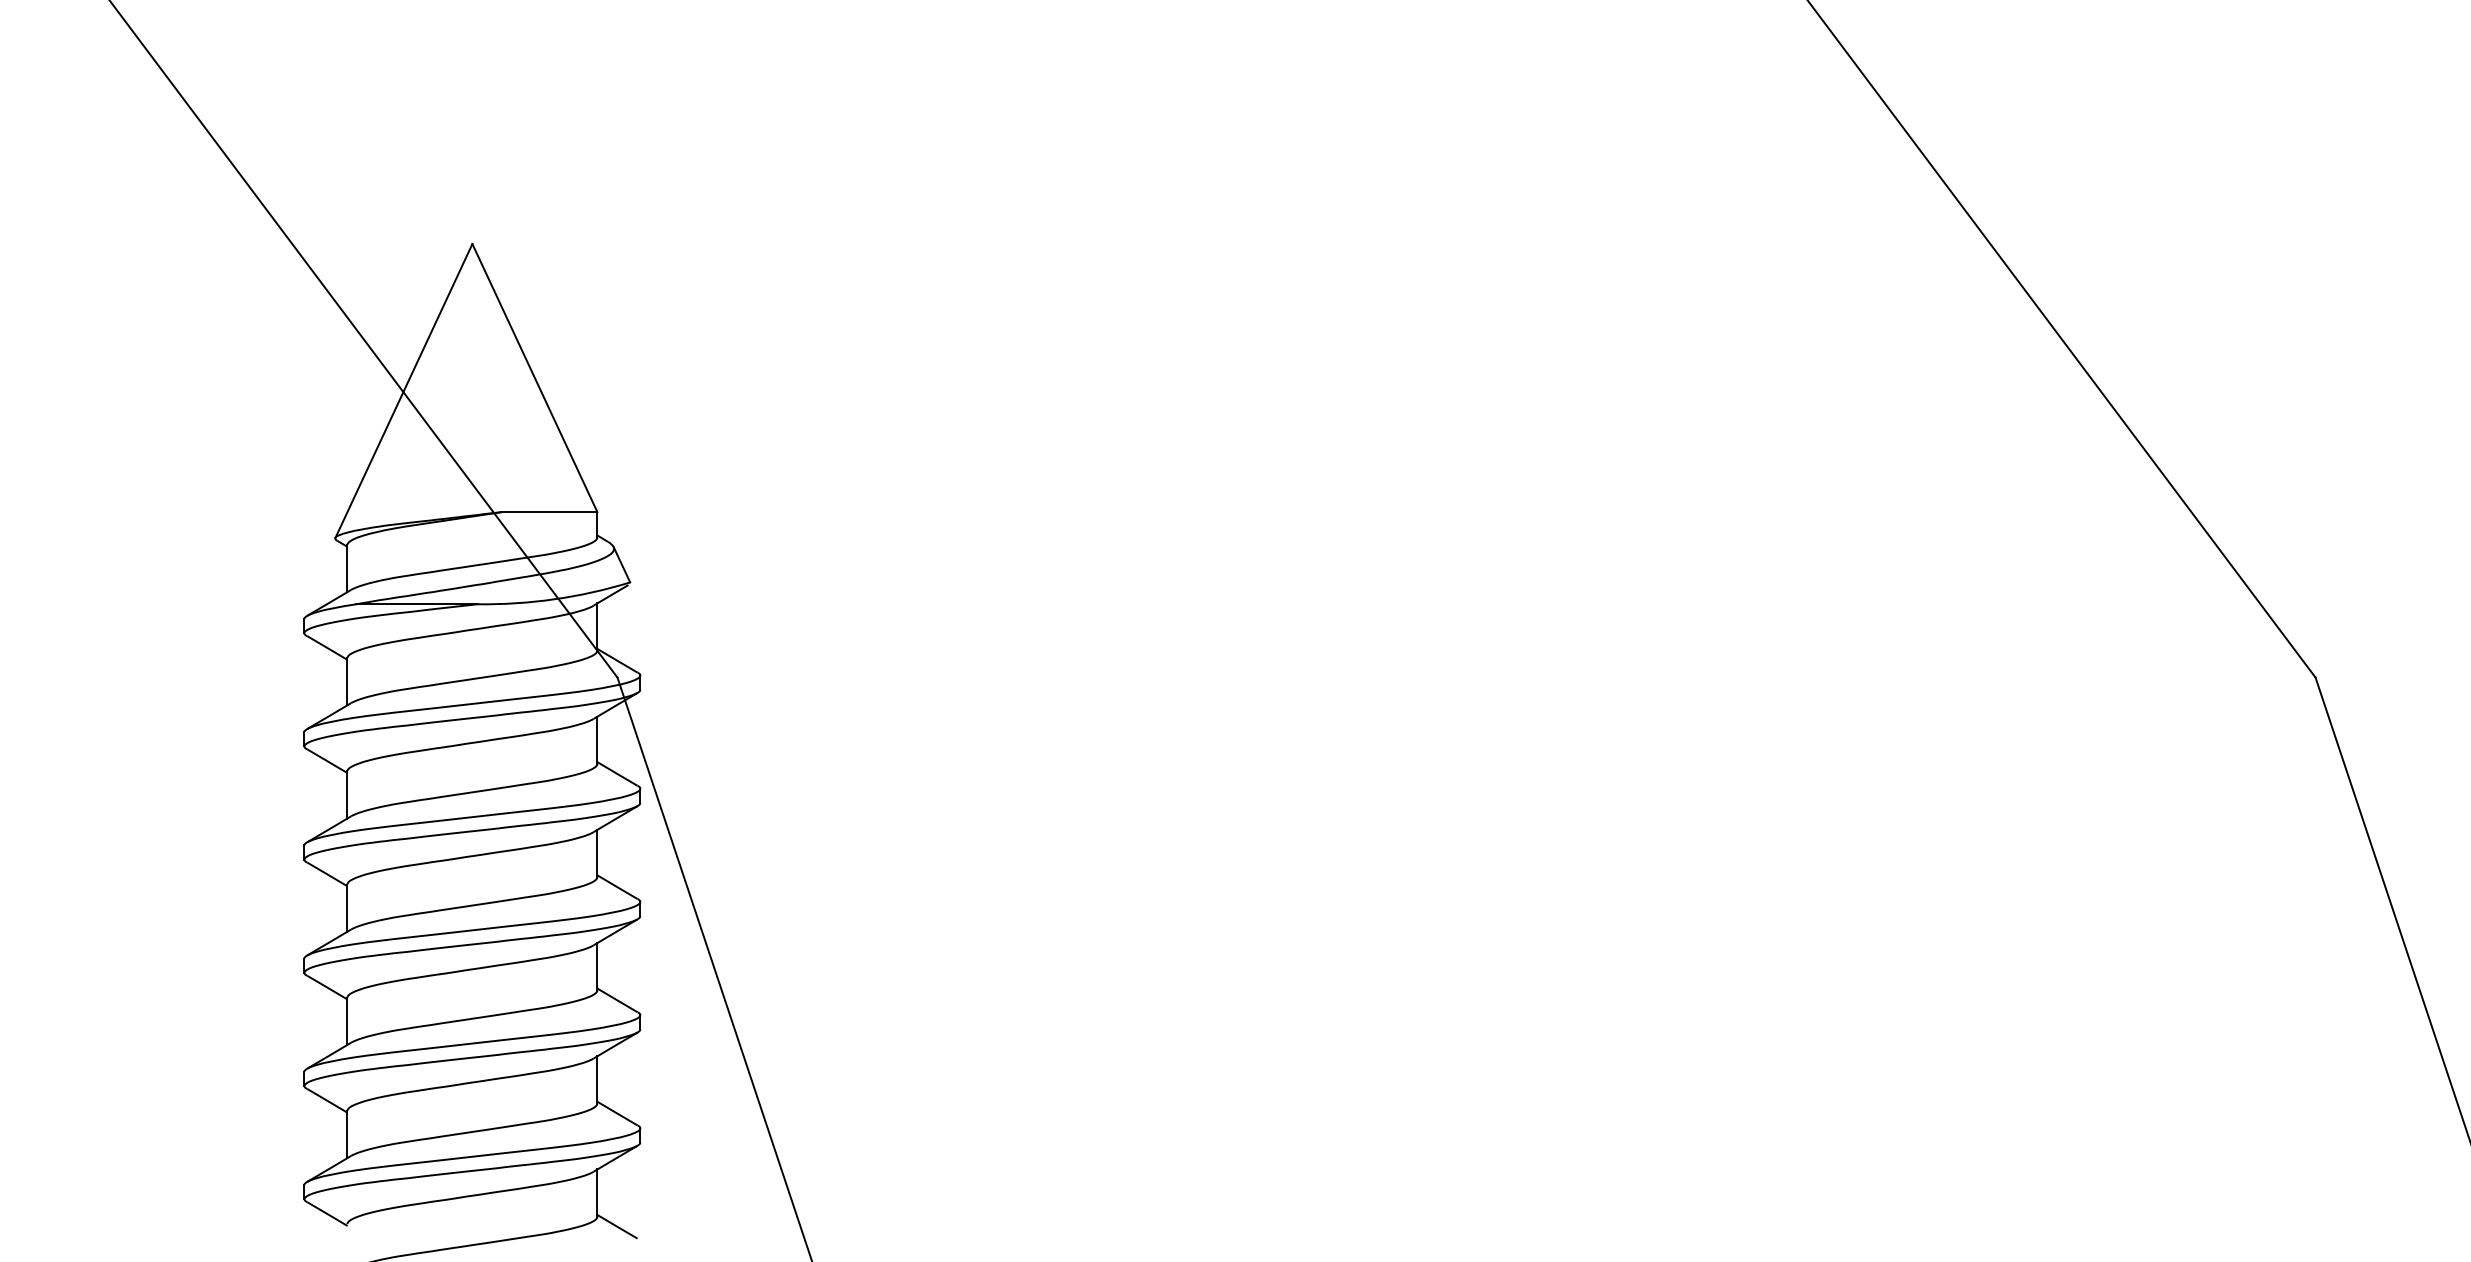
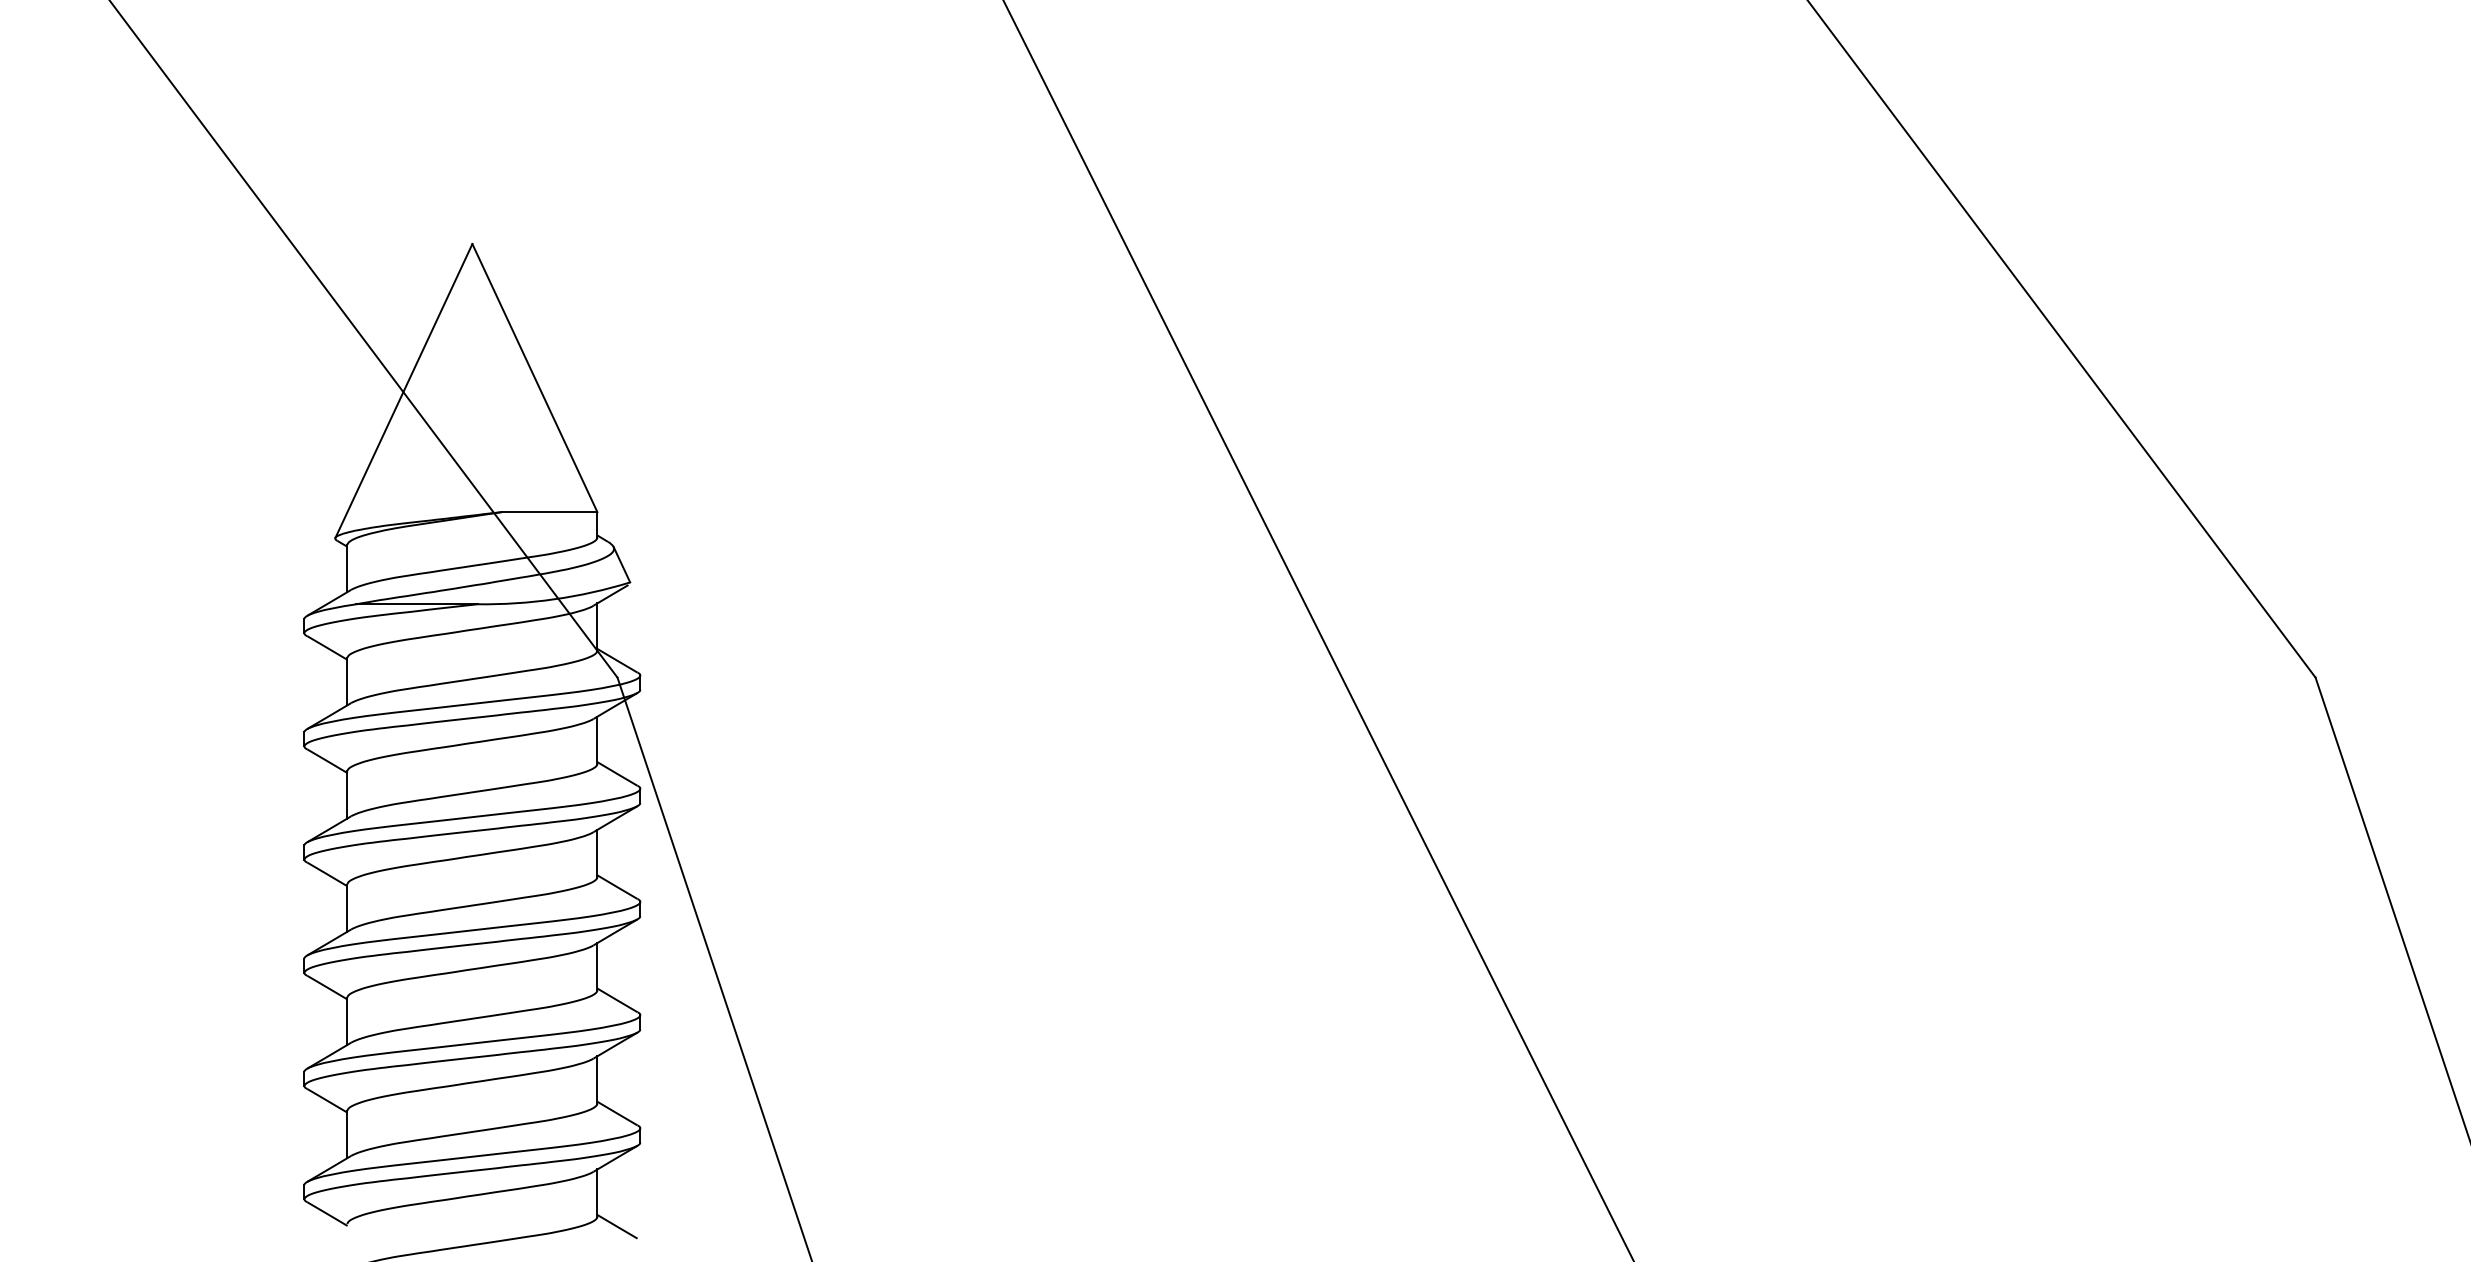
line at (1318, 630): none -> present
